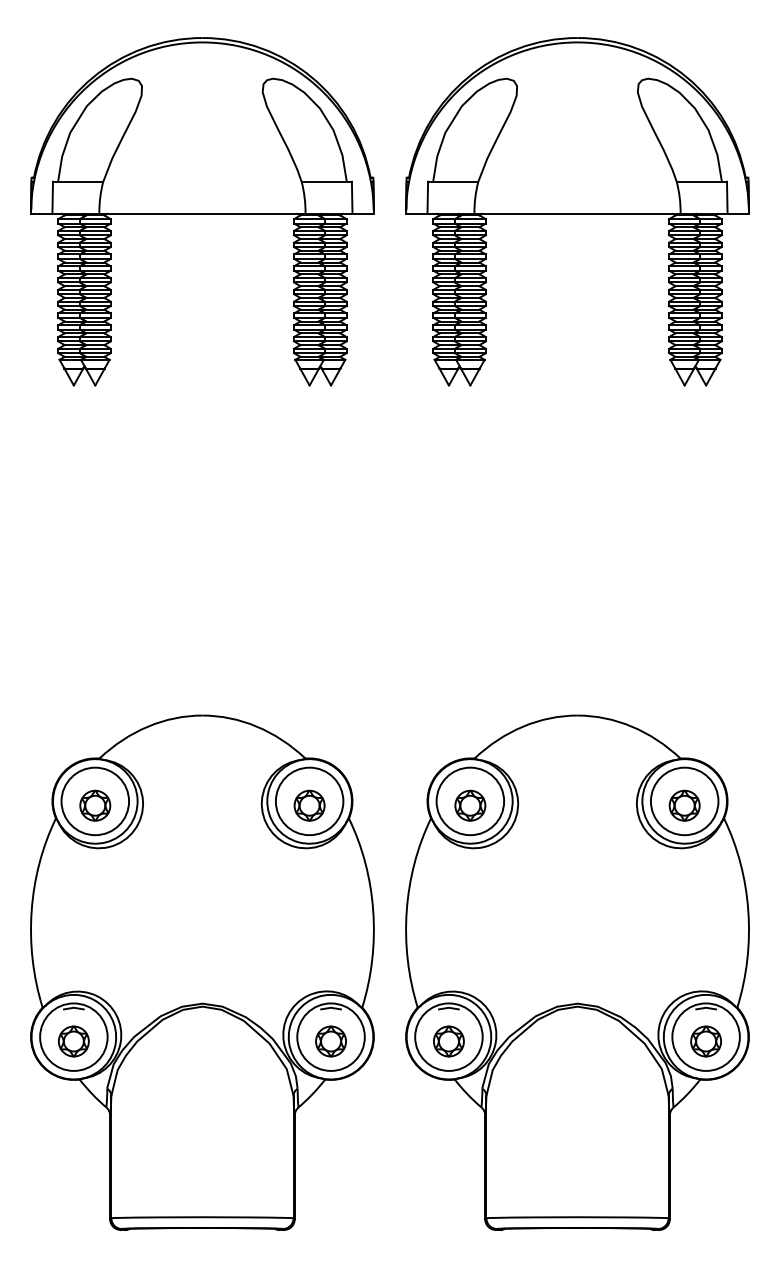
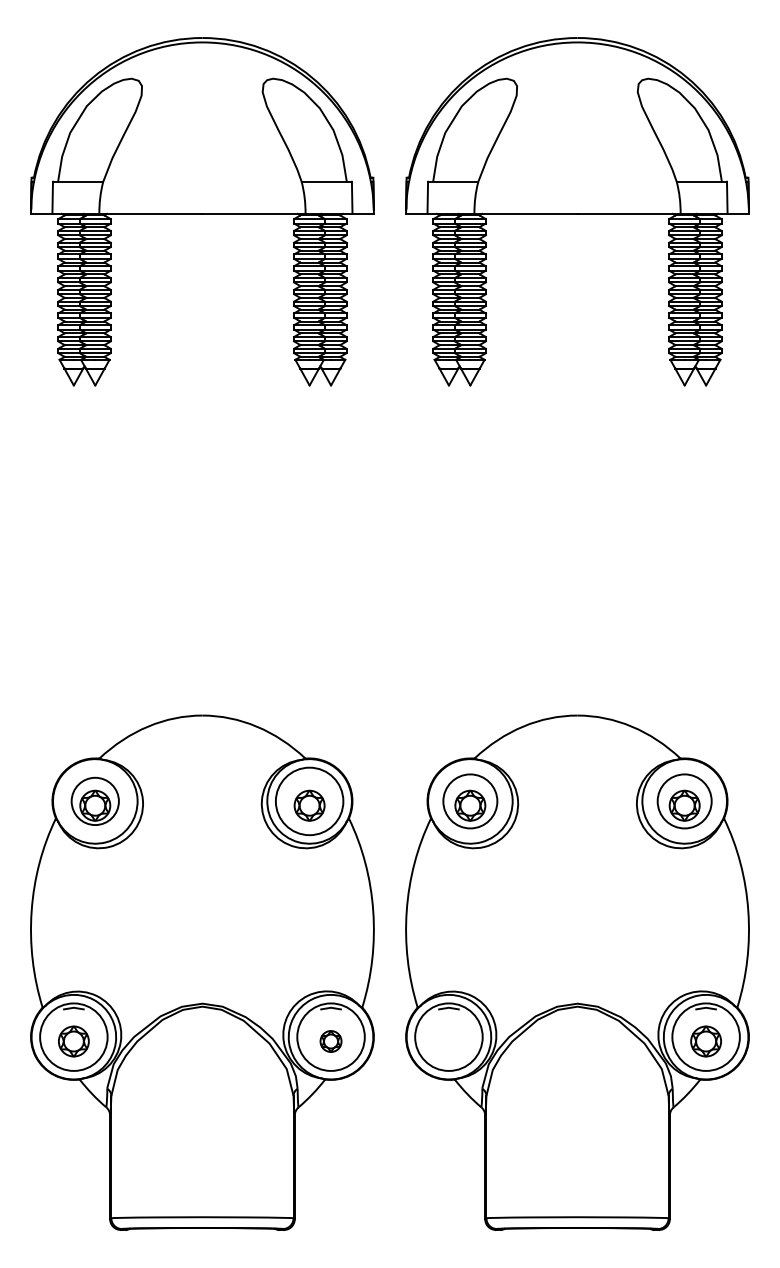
circle at (95, 801) diameter: 68 px -> 47 px
circle at (470, 801) diameter: 68 px -> 54 px
circle at (684, 801) diameter: 68 px -> 54 px
part at (330, 1041) size: 32x33 px -> 24x23 px
part at (448, 1041): present -> none
